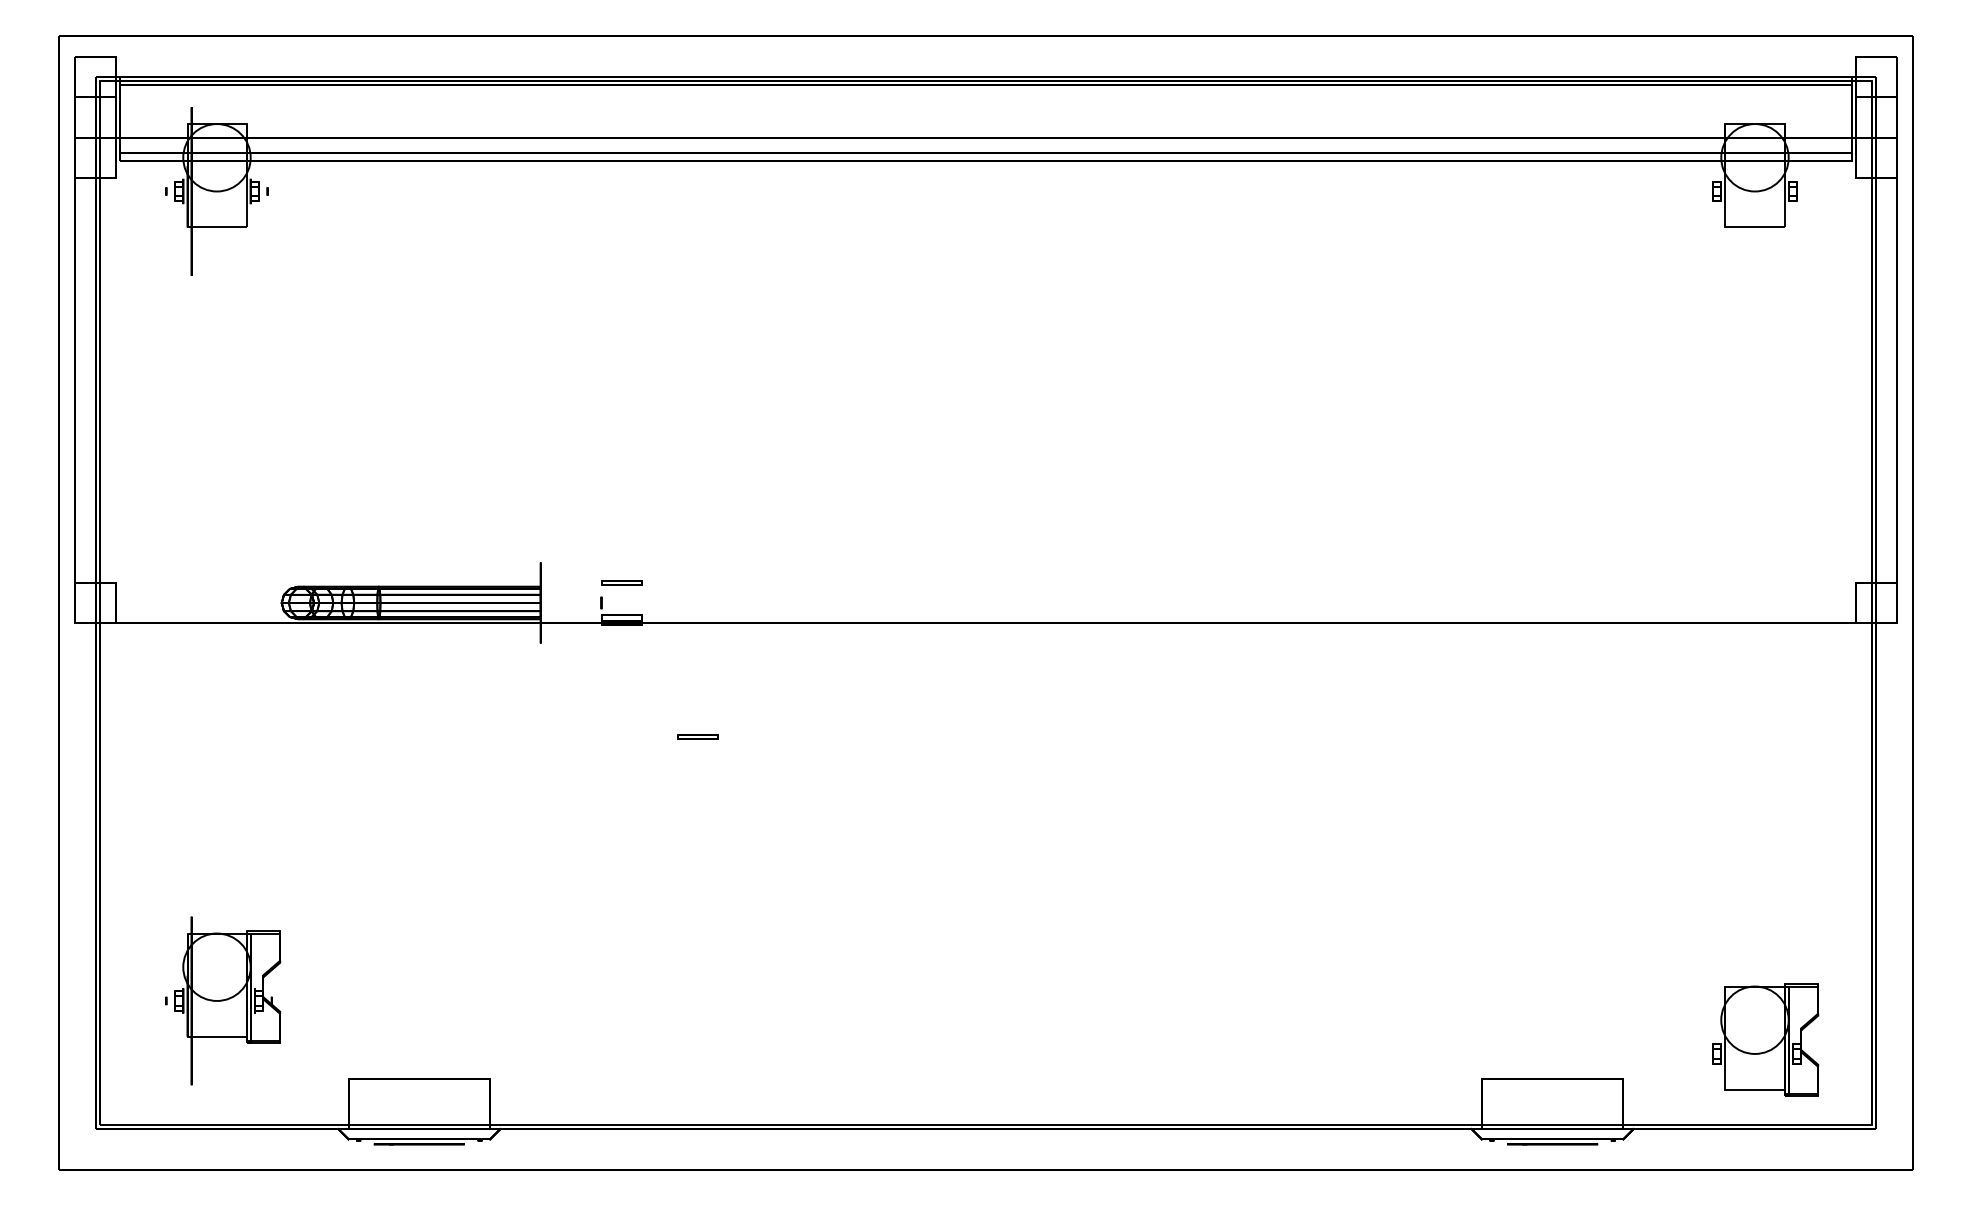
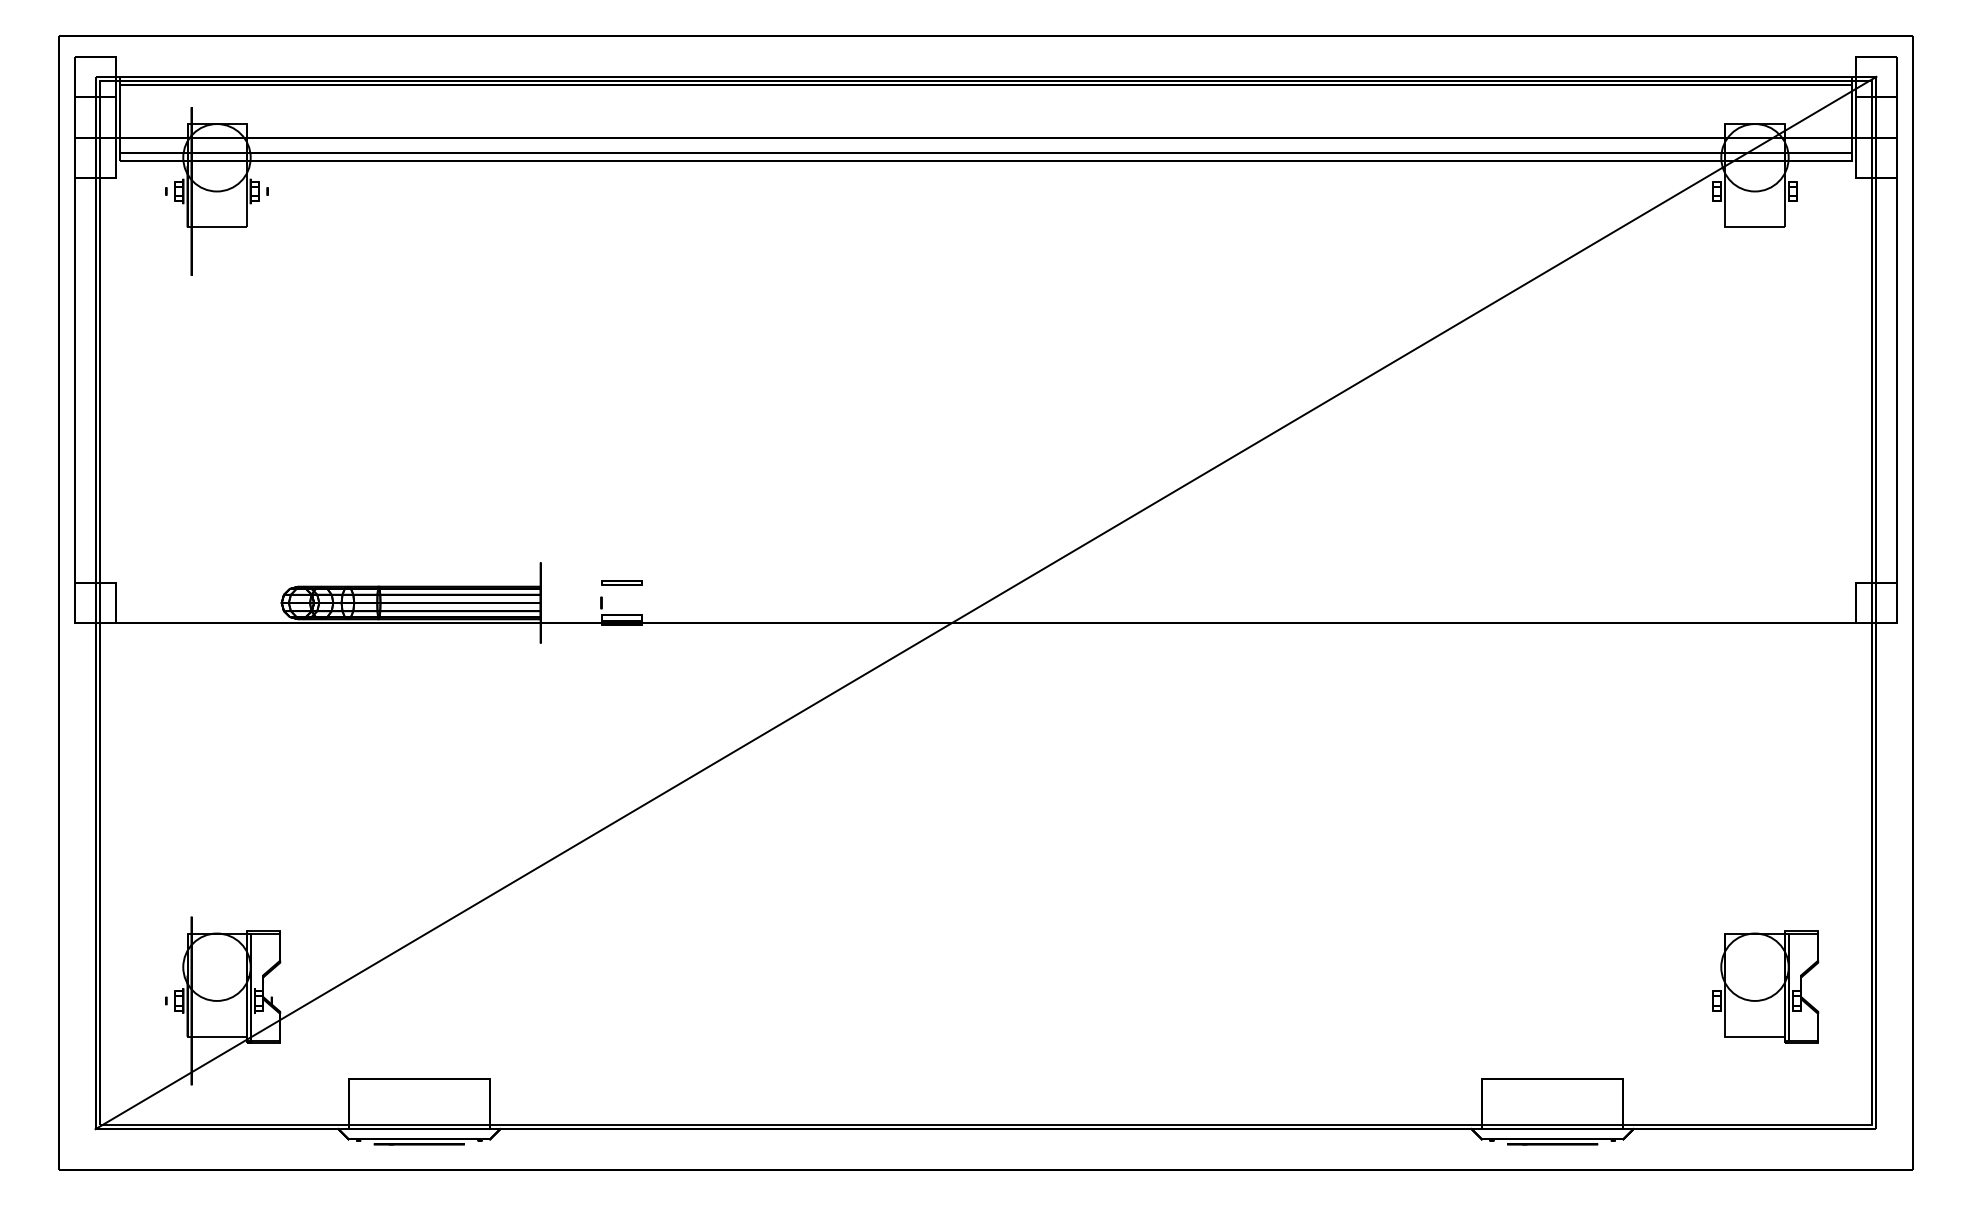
line at (985, 602): none -> present
part at (697, 736): present -> none
part at (1765, 1039) position: (1765, 1039) -> (1765, 986)
